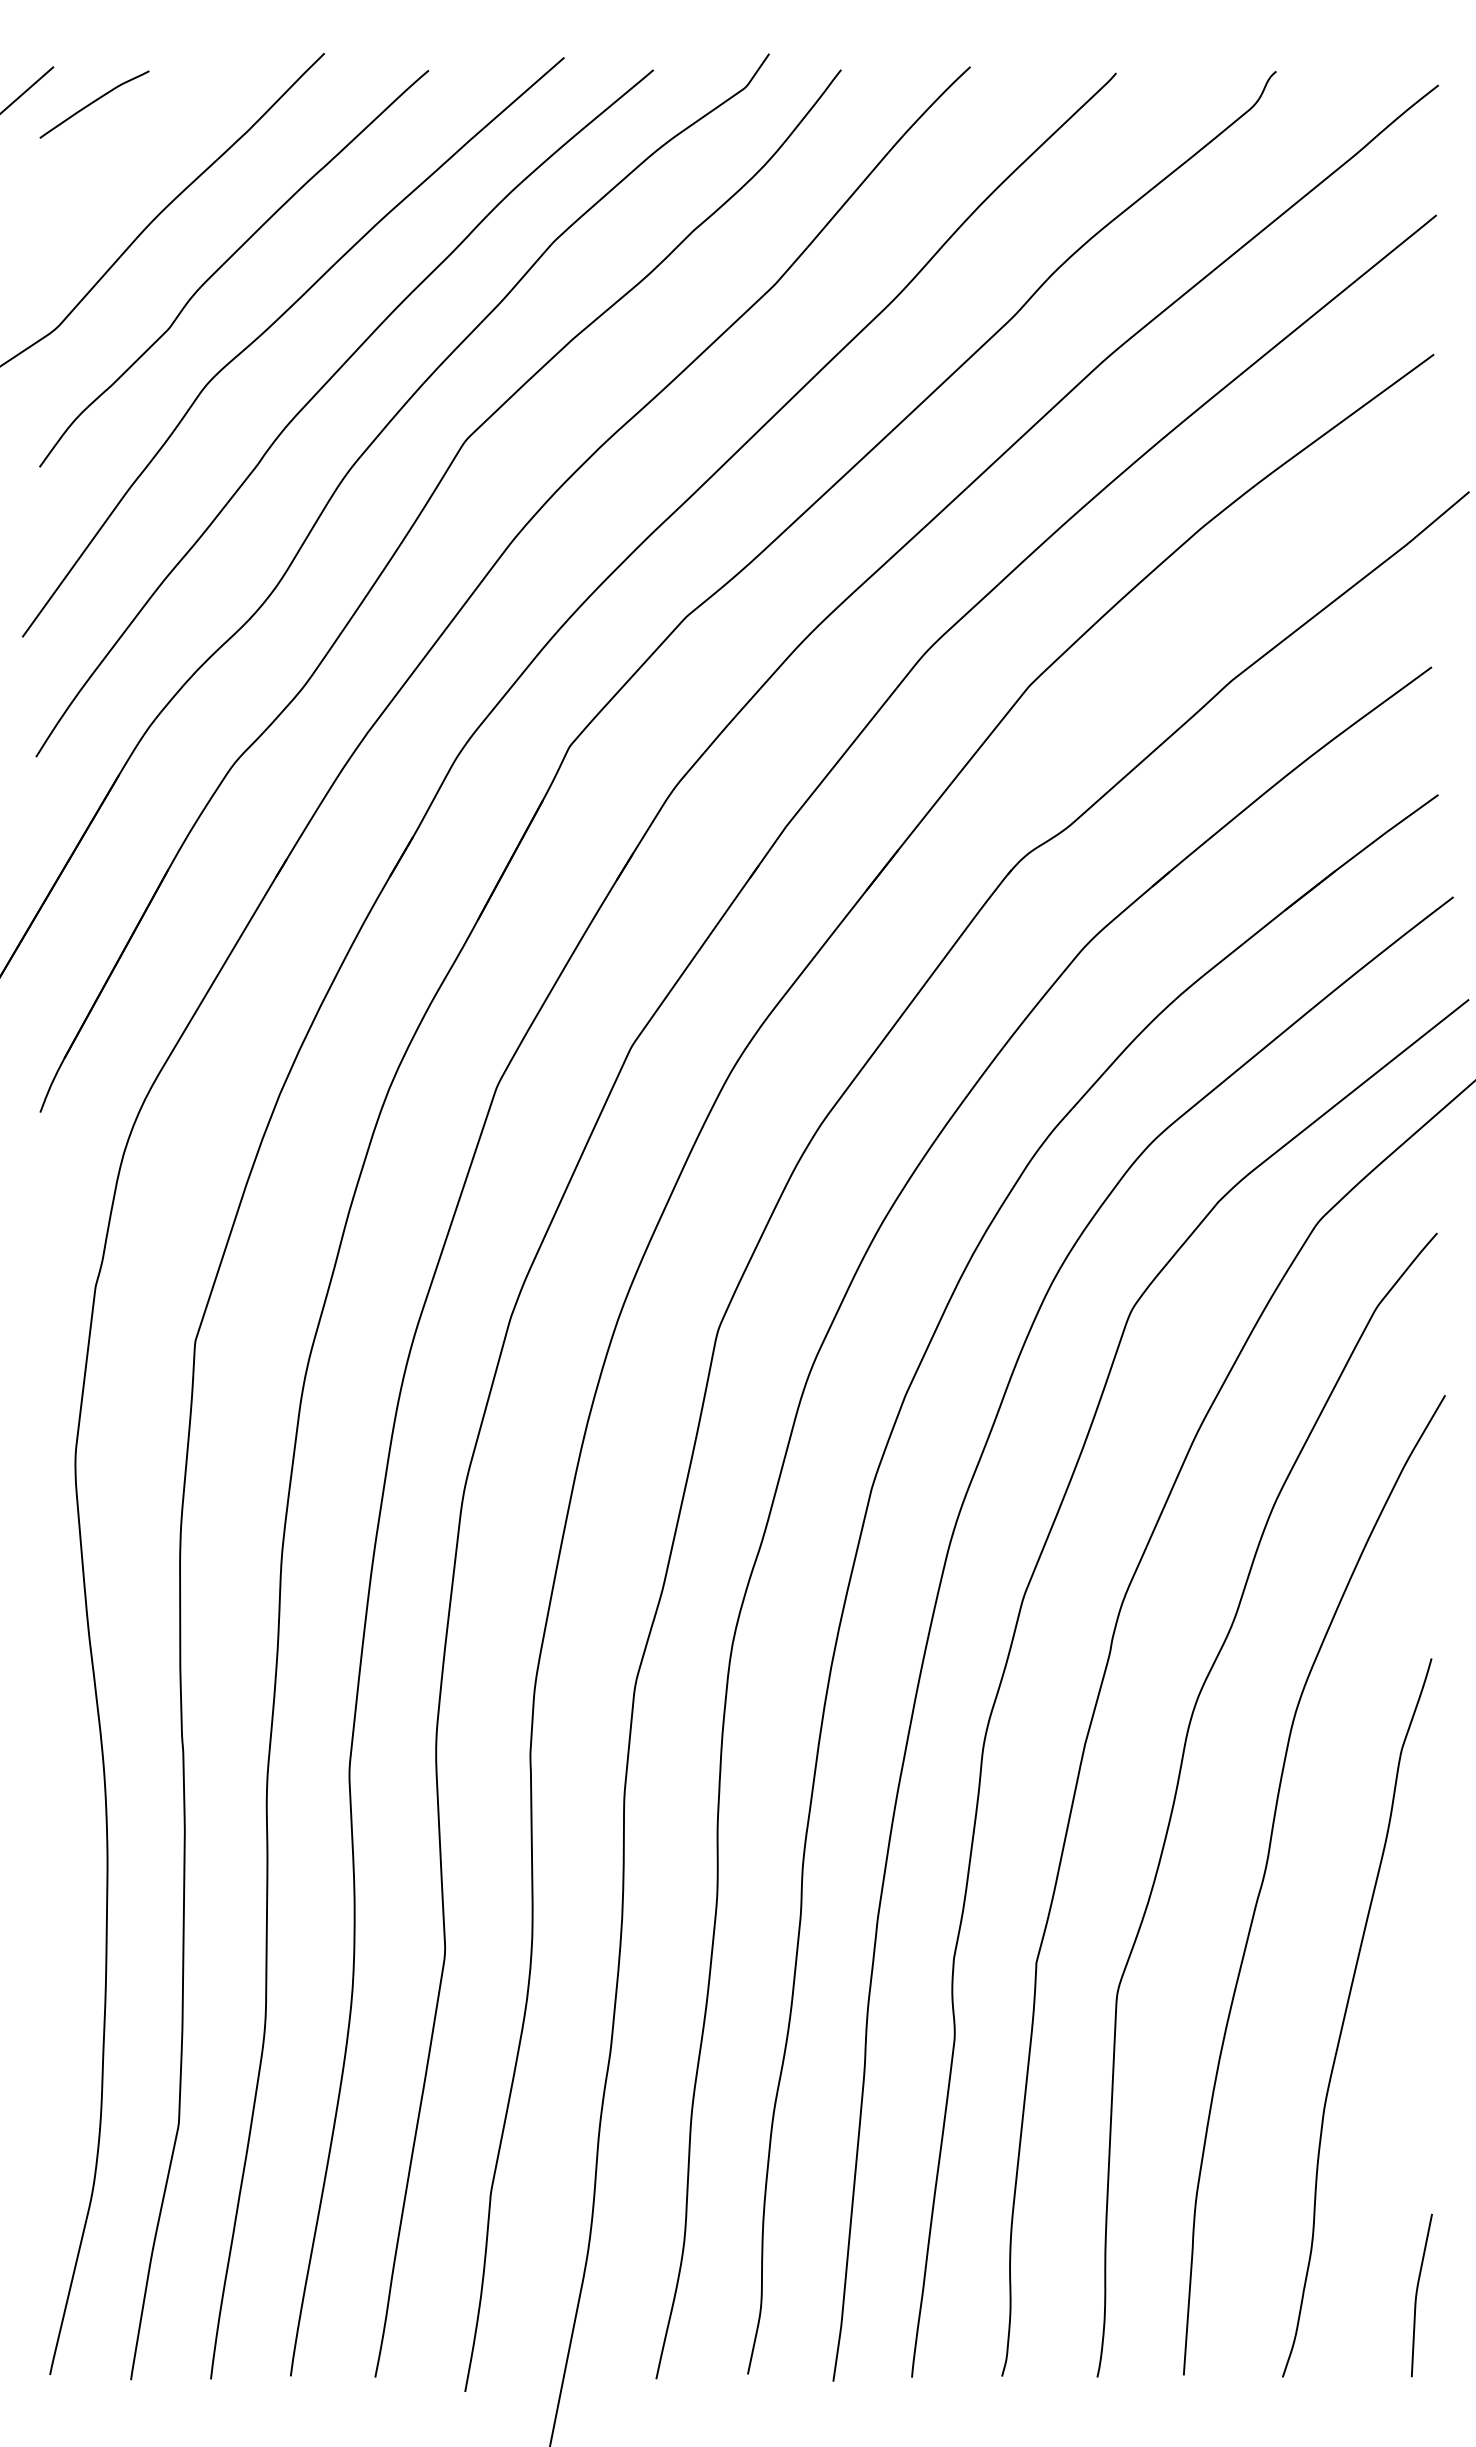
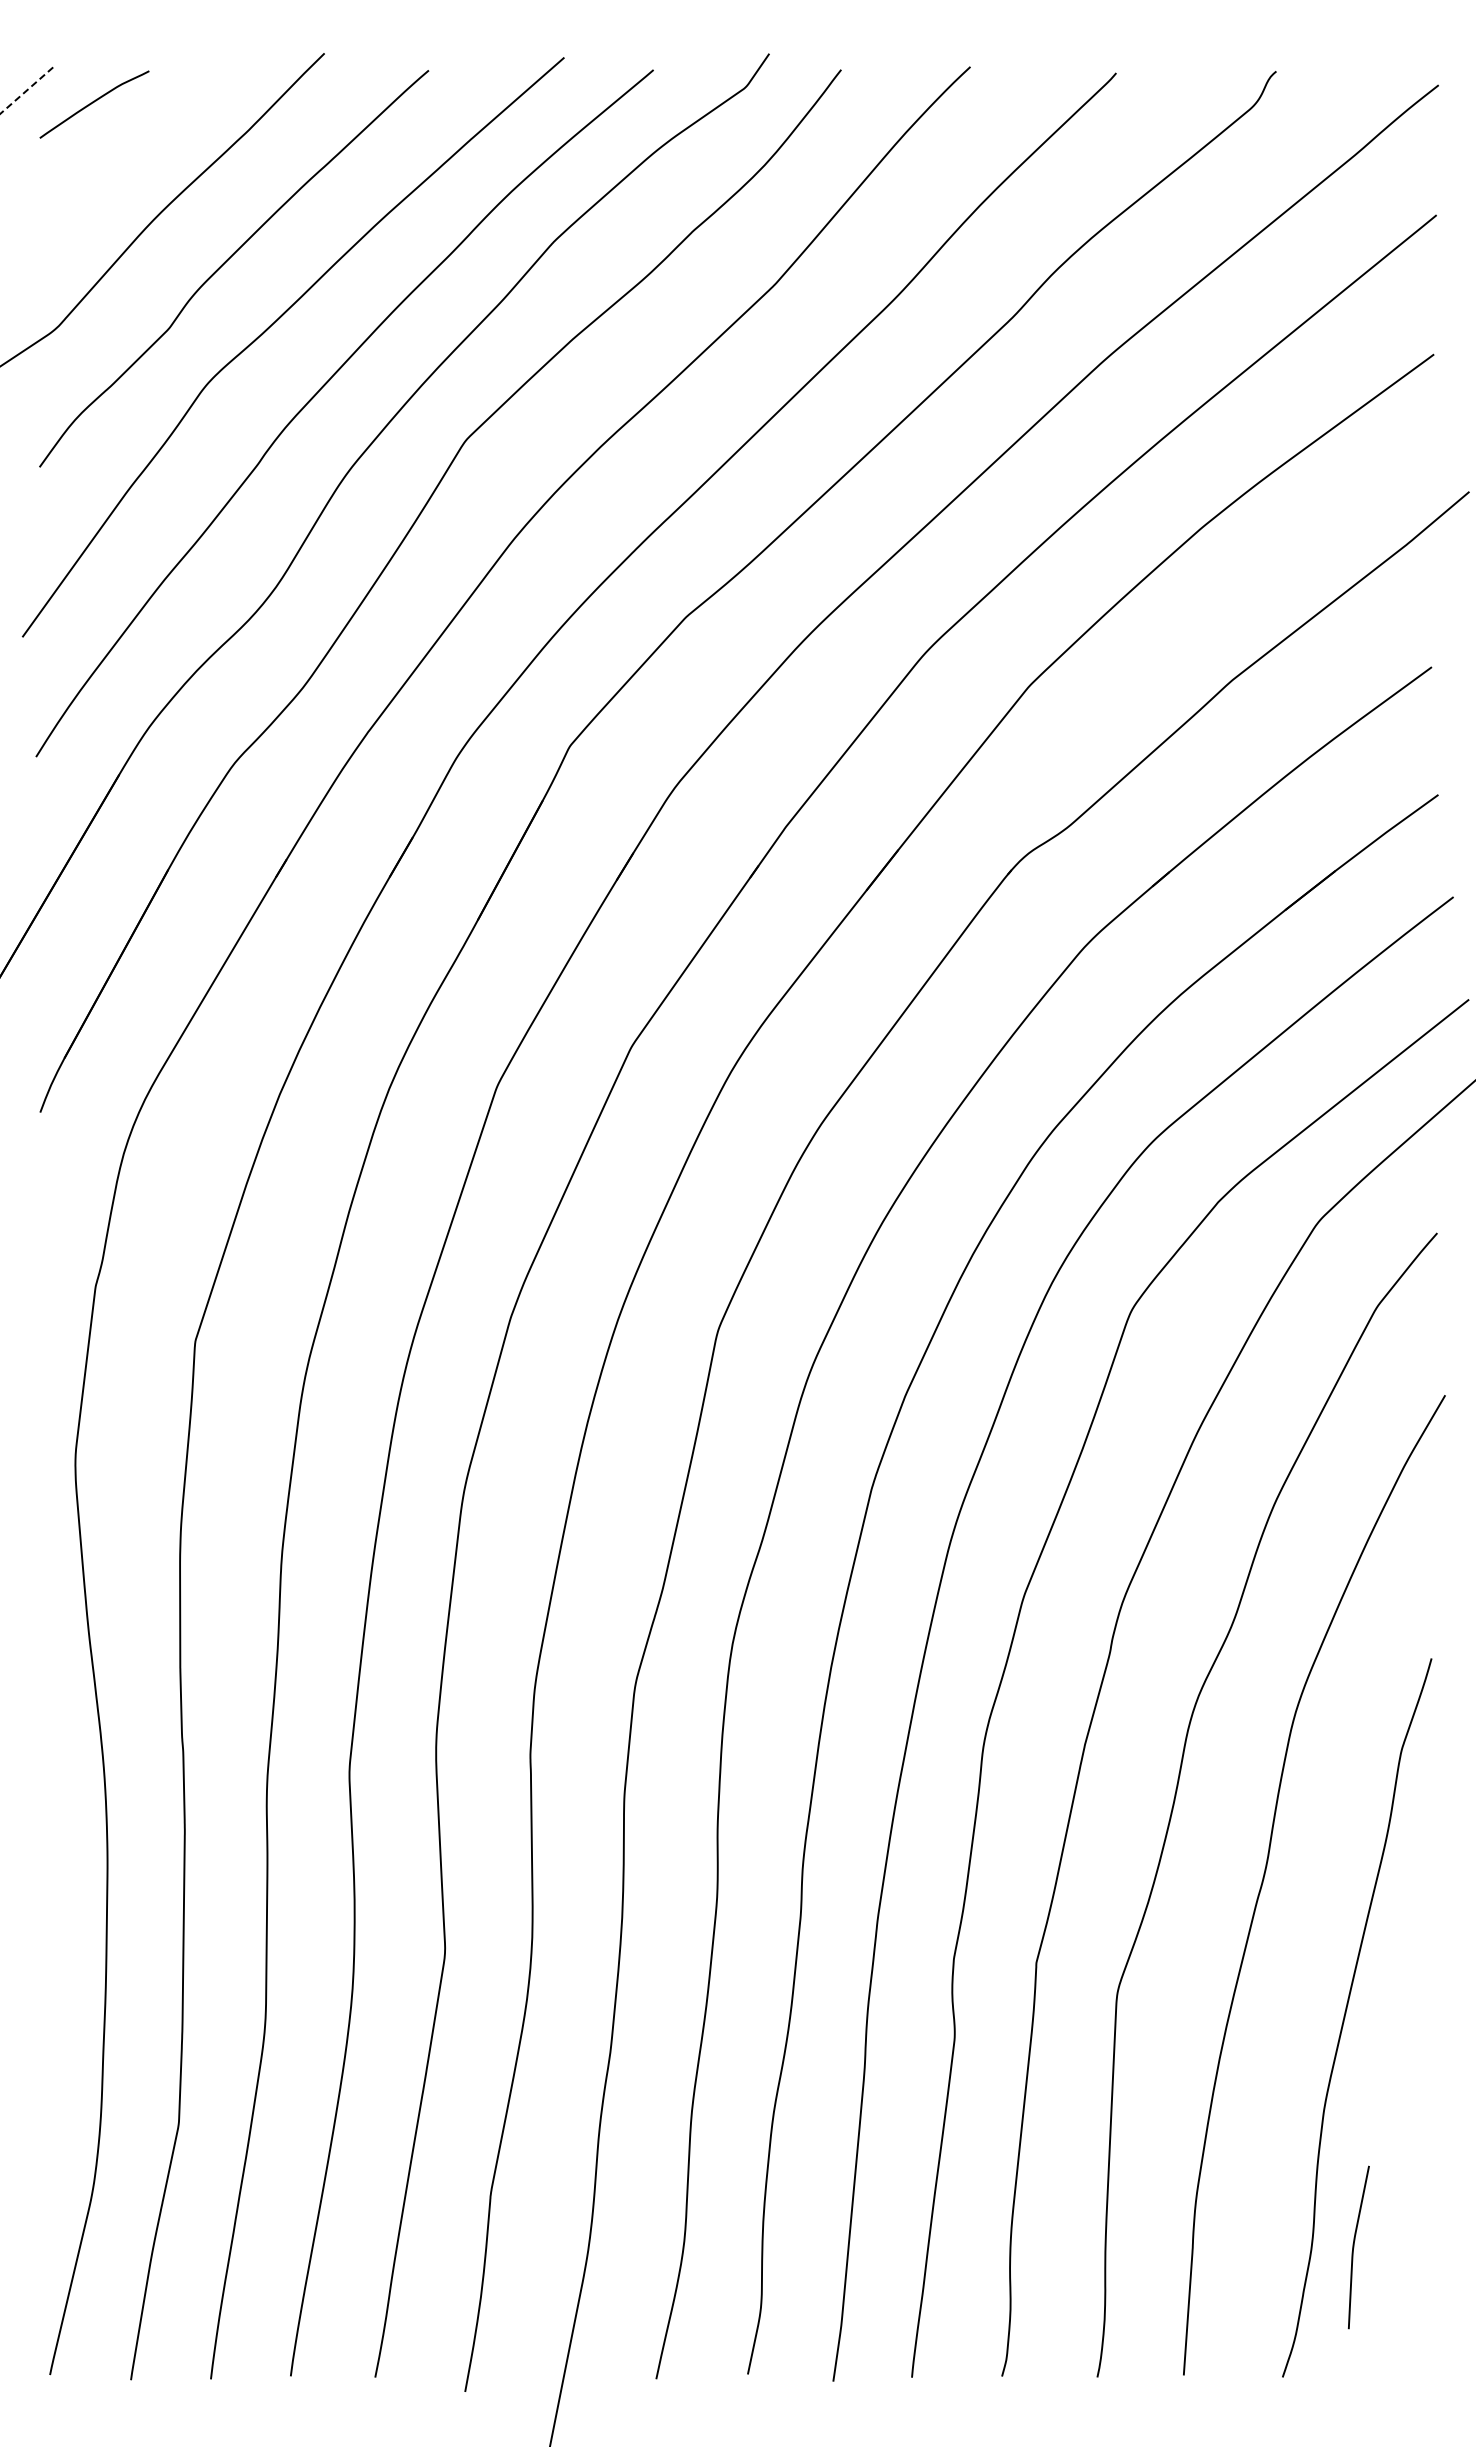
line at (27, 89): solid -> dashed
curve at (1417, 2295) position: (1417, 2295) -> (1354, 2247)
